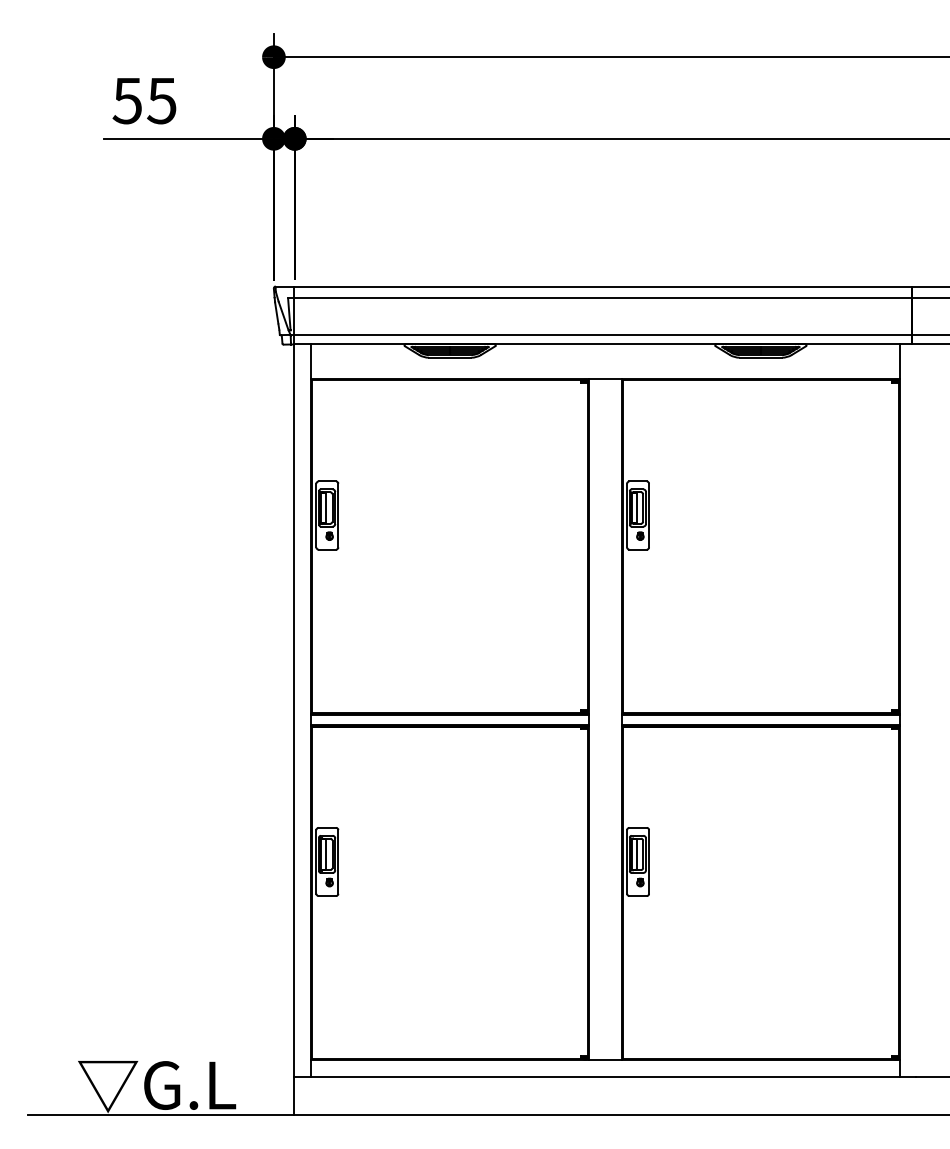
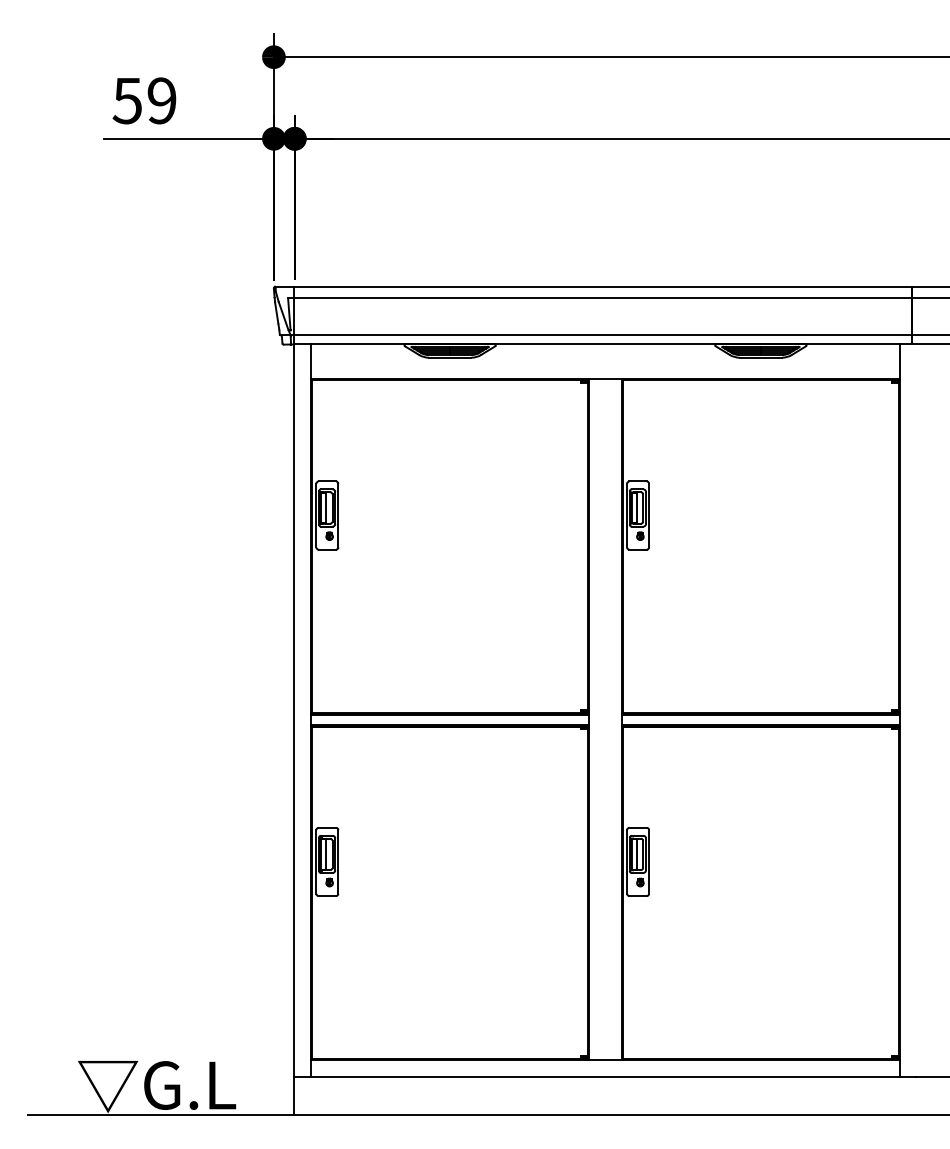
text at (161, 100): 55 -> 59
